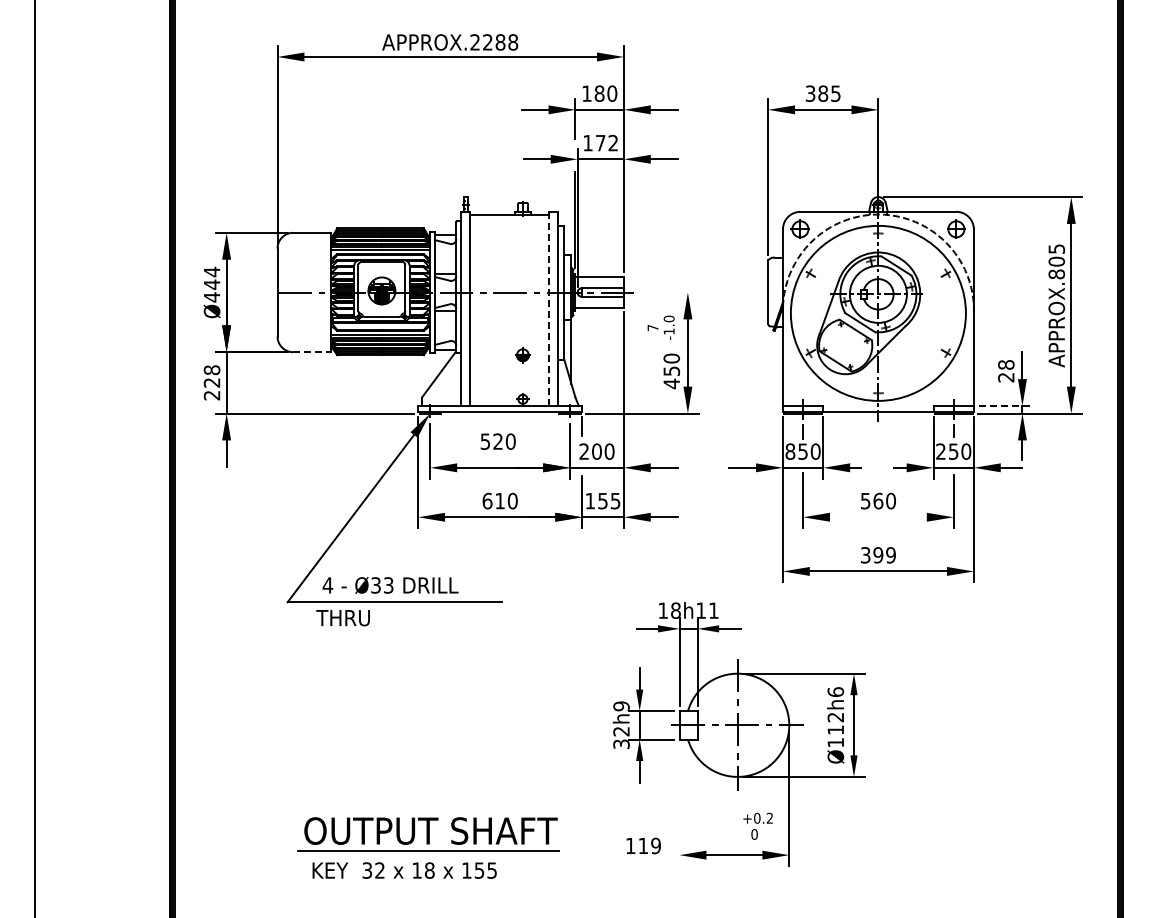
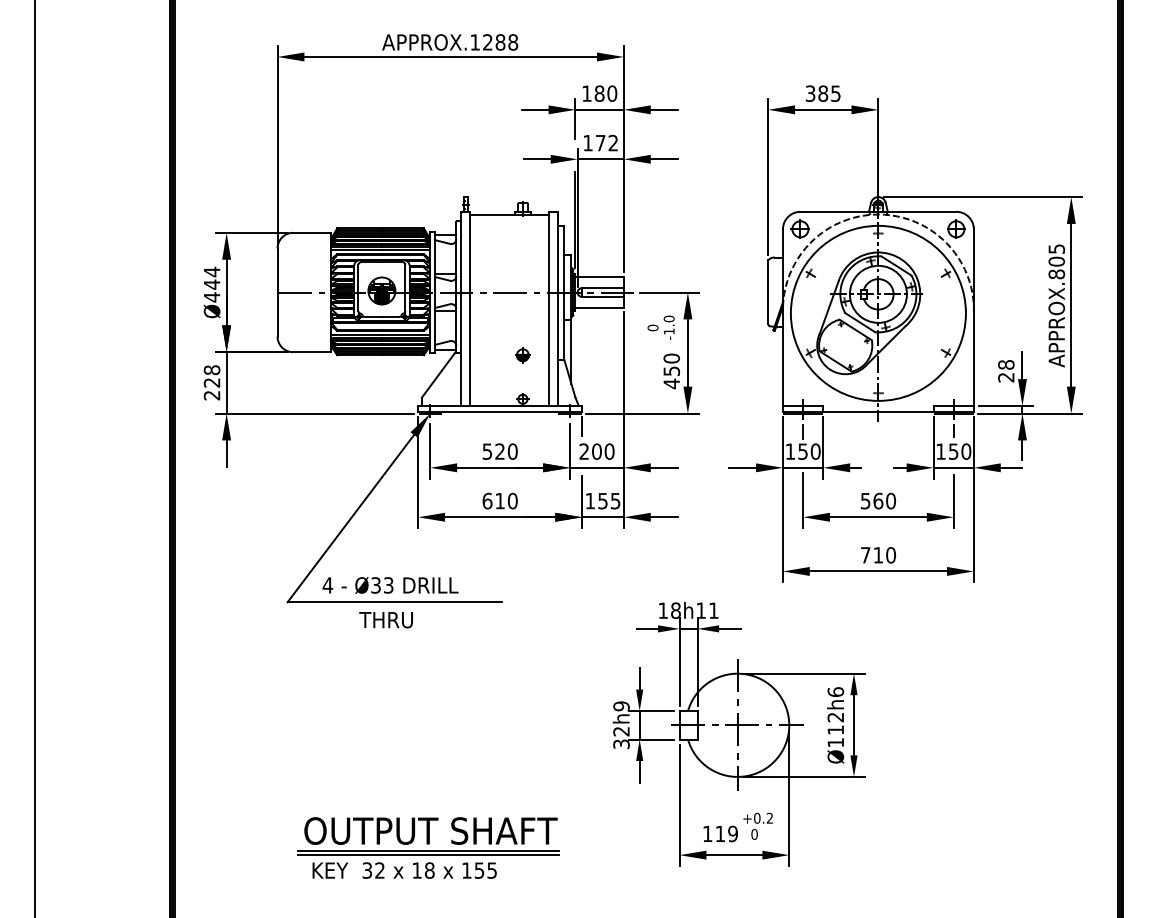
text at (474, 42): APPROX.2288 -> APPROX.1288
line at (668, 292): none -> present
line at (549, 309): dashed -> solid
text at (652, 327): 7 -> 0
line at (311, 352): dashed -> solid
line at (1006, 406): dashed -> solid
text at (497, 441) position: (497, 441) -> (499, 451)
text at (790, 451): 850 -> 150
text at (940, 451): 250 -> 150
line at (878, 517): none -> present
text at (878, 555): 399 -> 710
text at (342, 618) position: (342, 618) -> (385, 620)
line at (679, 804): none -> present
text at (643, 845) position: (643, 845) -> (720, 833)
line at (428, 855): none -> present
